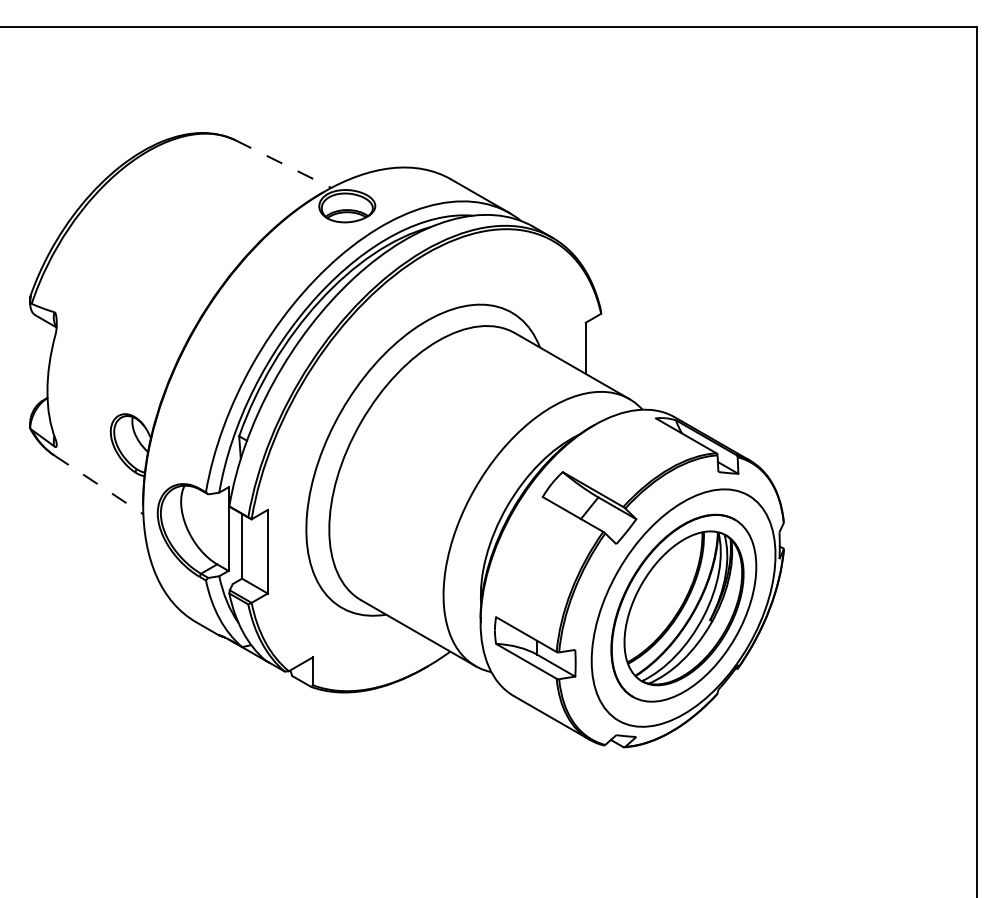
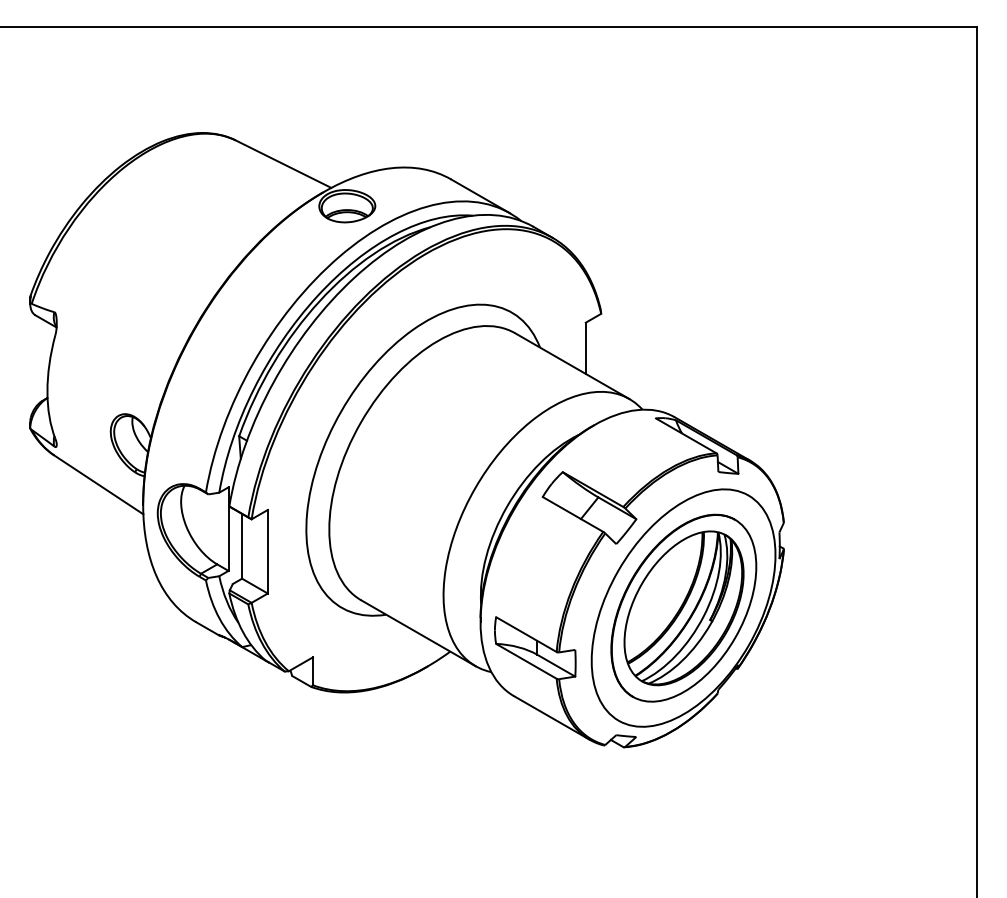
line at (283, 164): dashed -> solid
line at (99, 485): dashed -> solid
